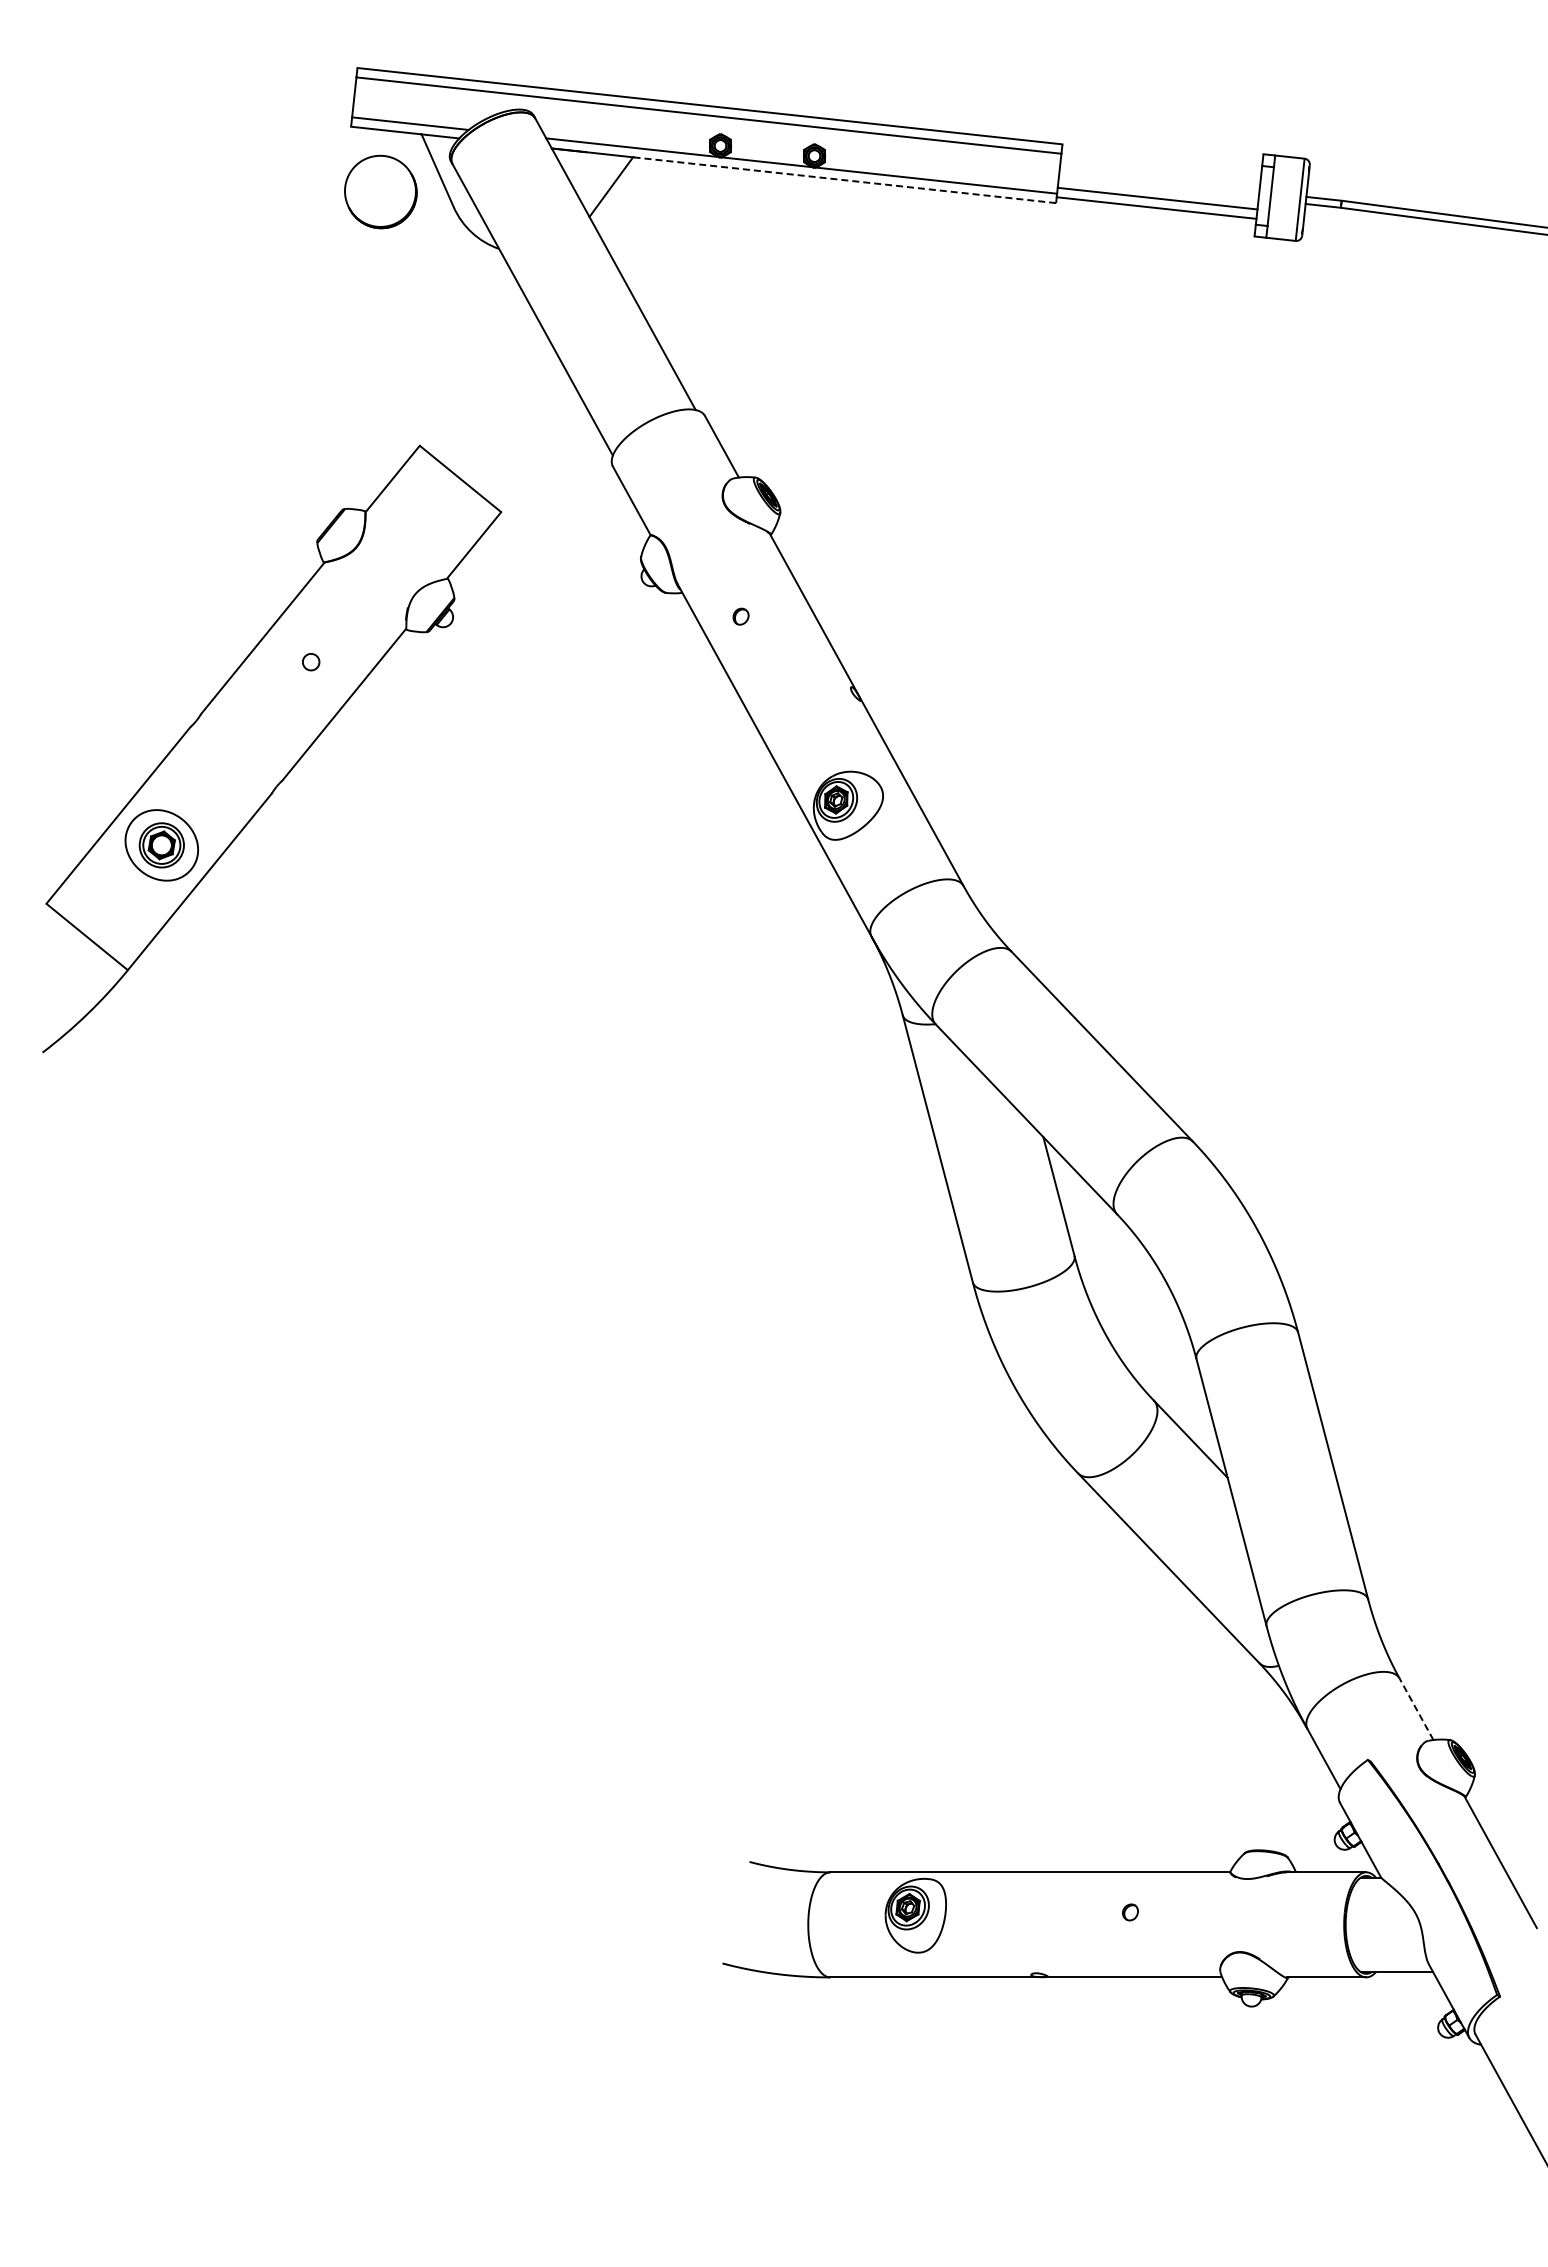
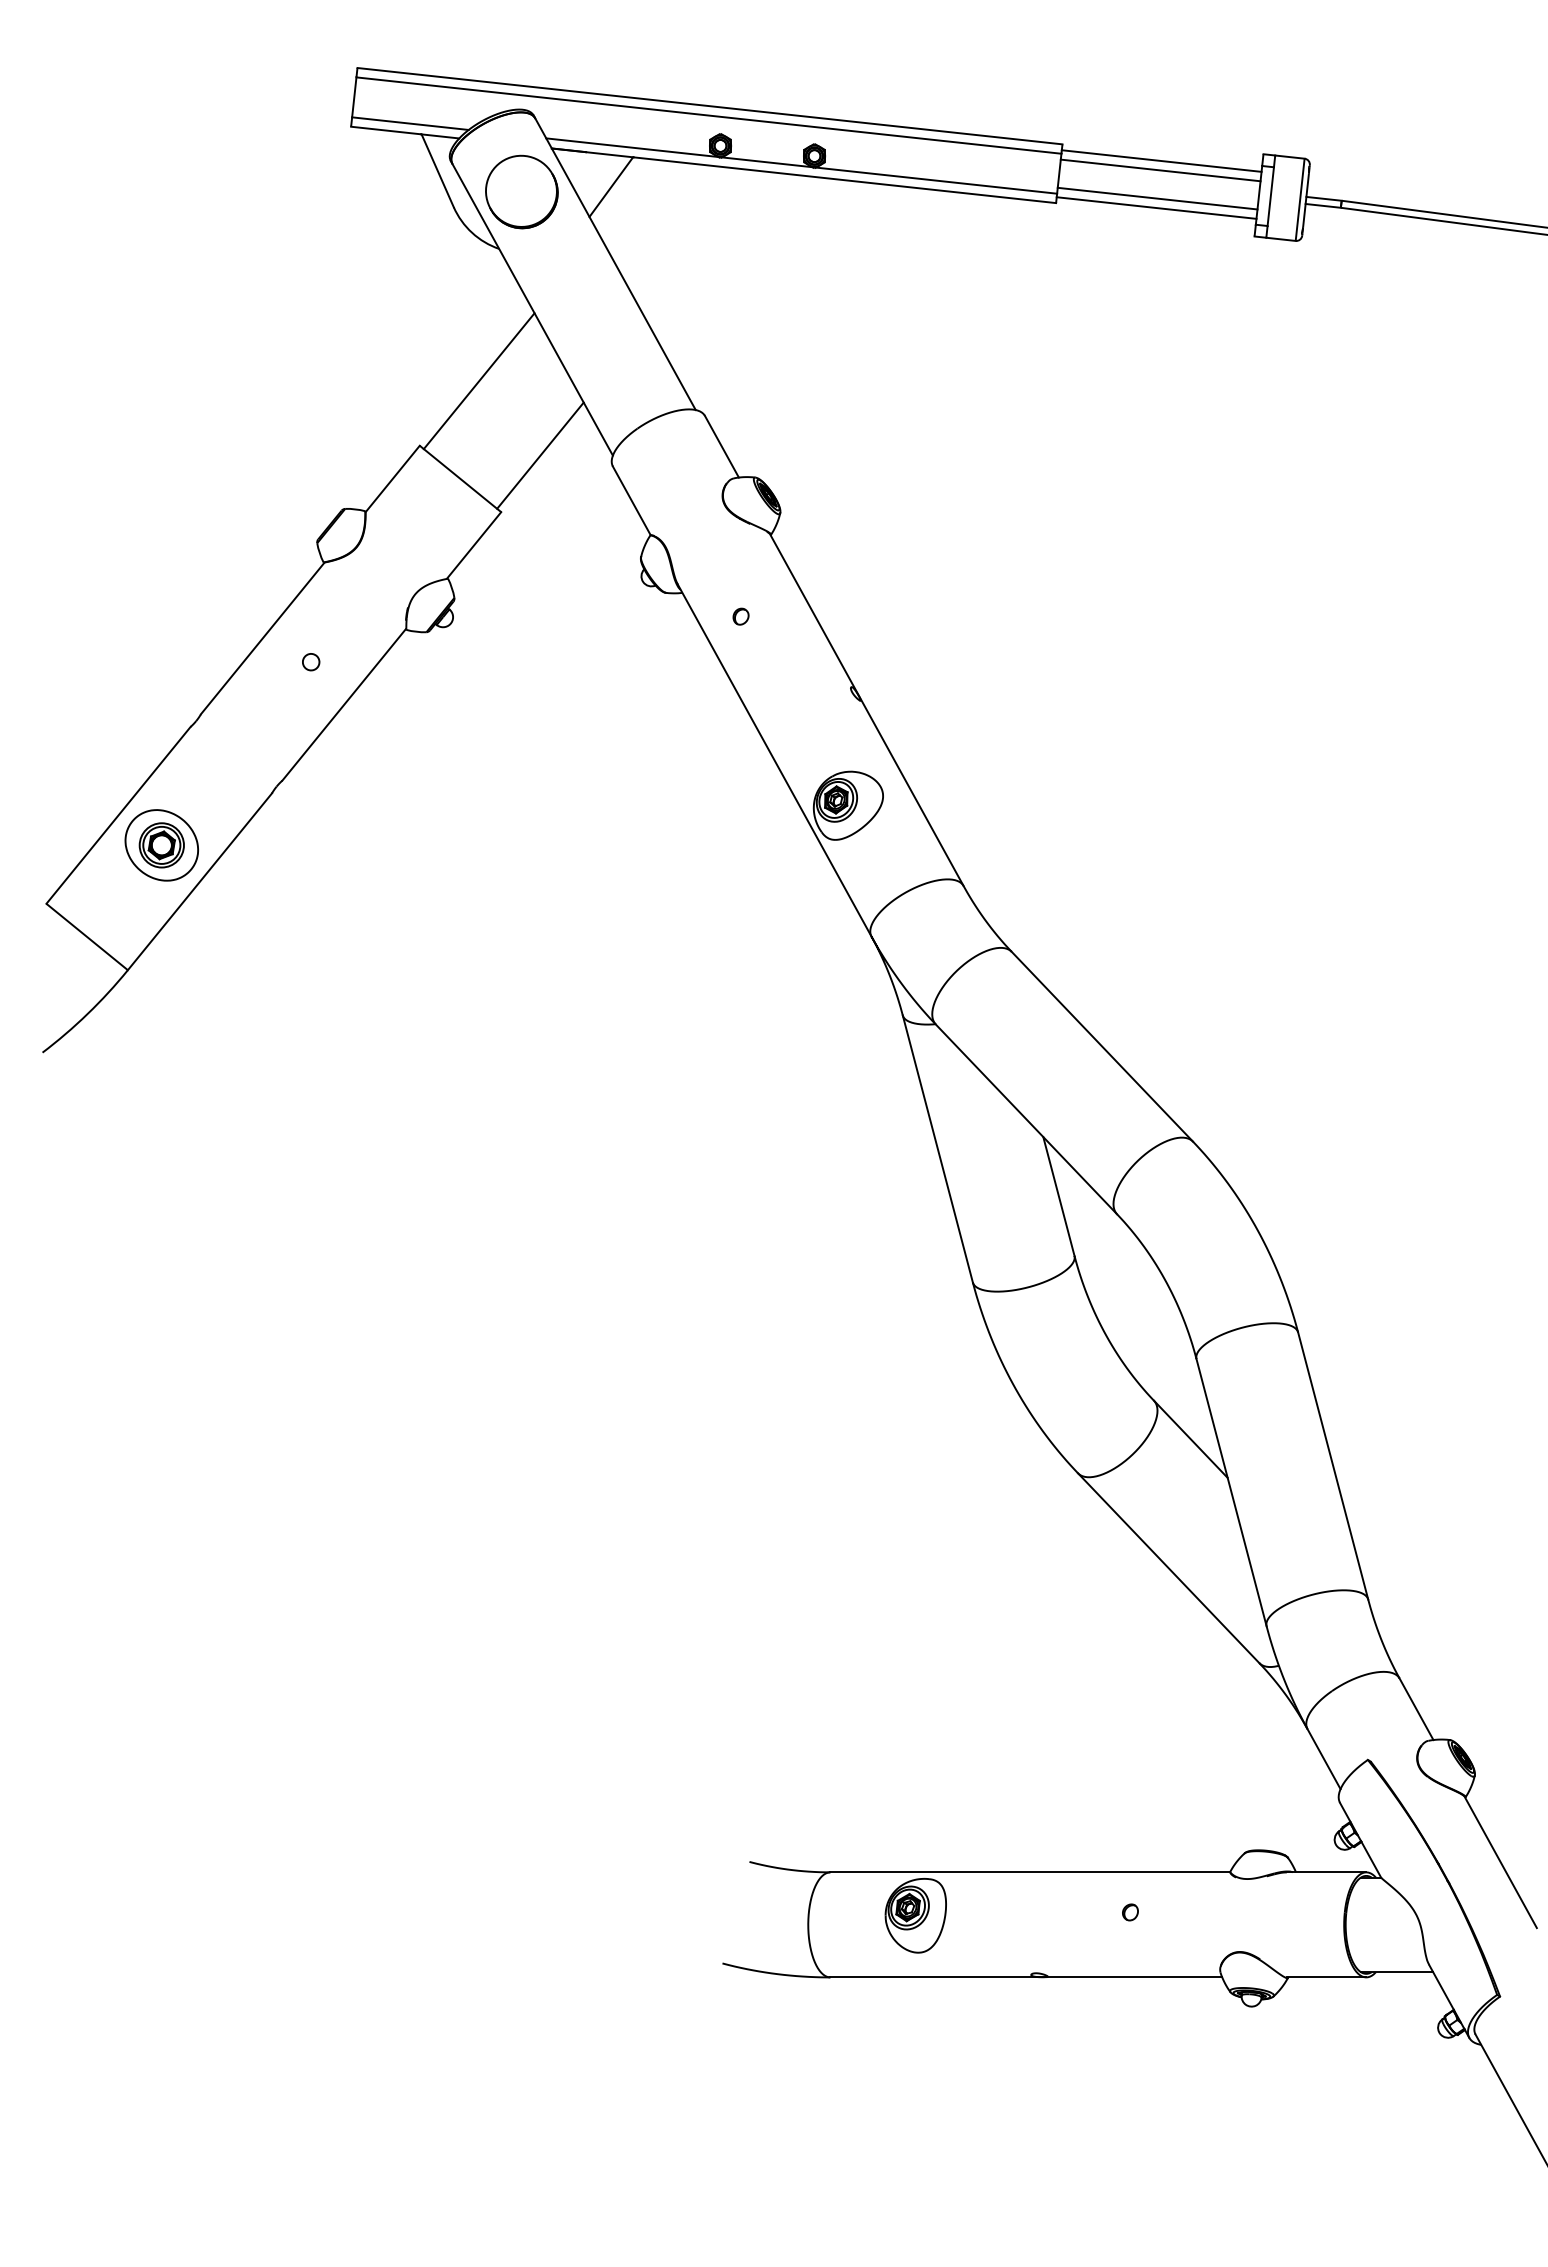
line at (1161, 160): none -> present
line at (1160, 170): none -> present
line at (844, 180): dashed -> solid
part at (380, 191) position: (380, 191) -> (521, 191)
line at (478, 381): none -> present
line at (540, 455): none -> present
line at (1416, 1708): dashed -> solid
